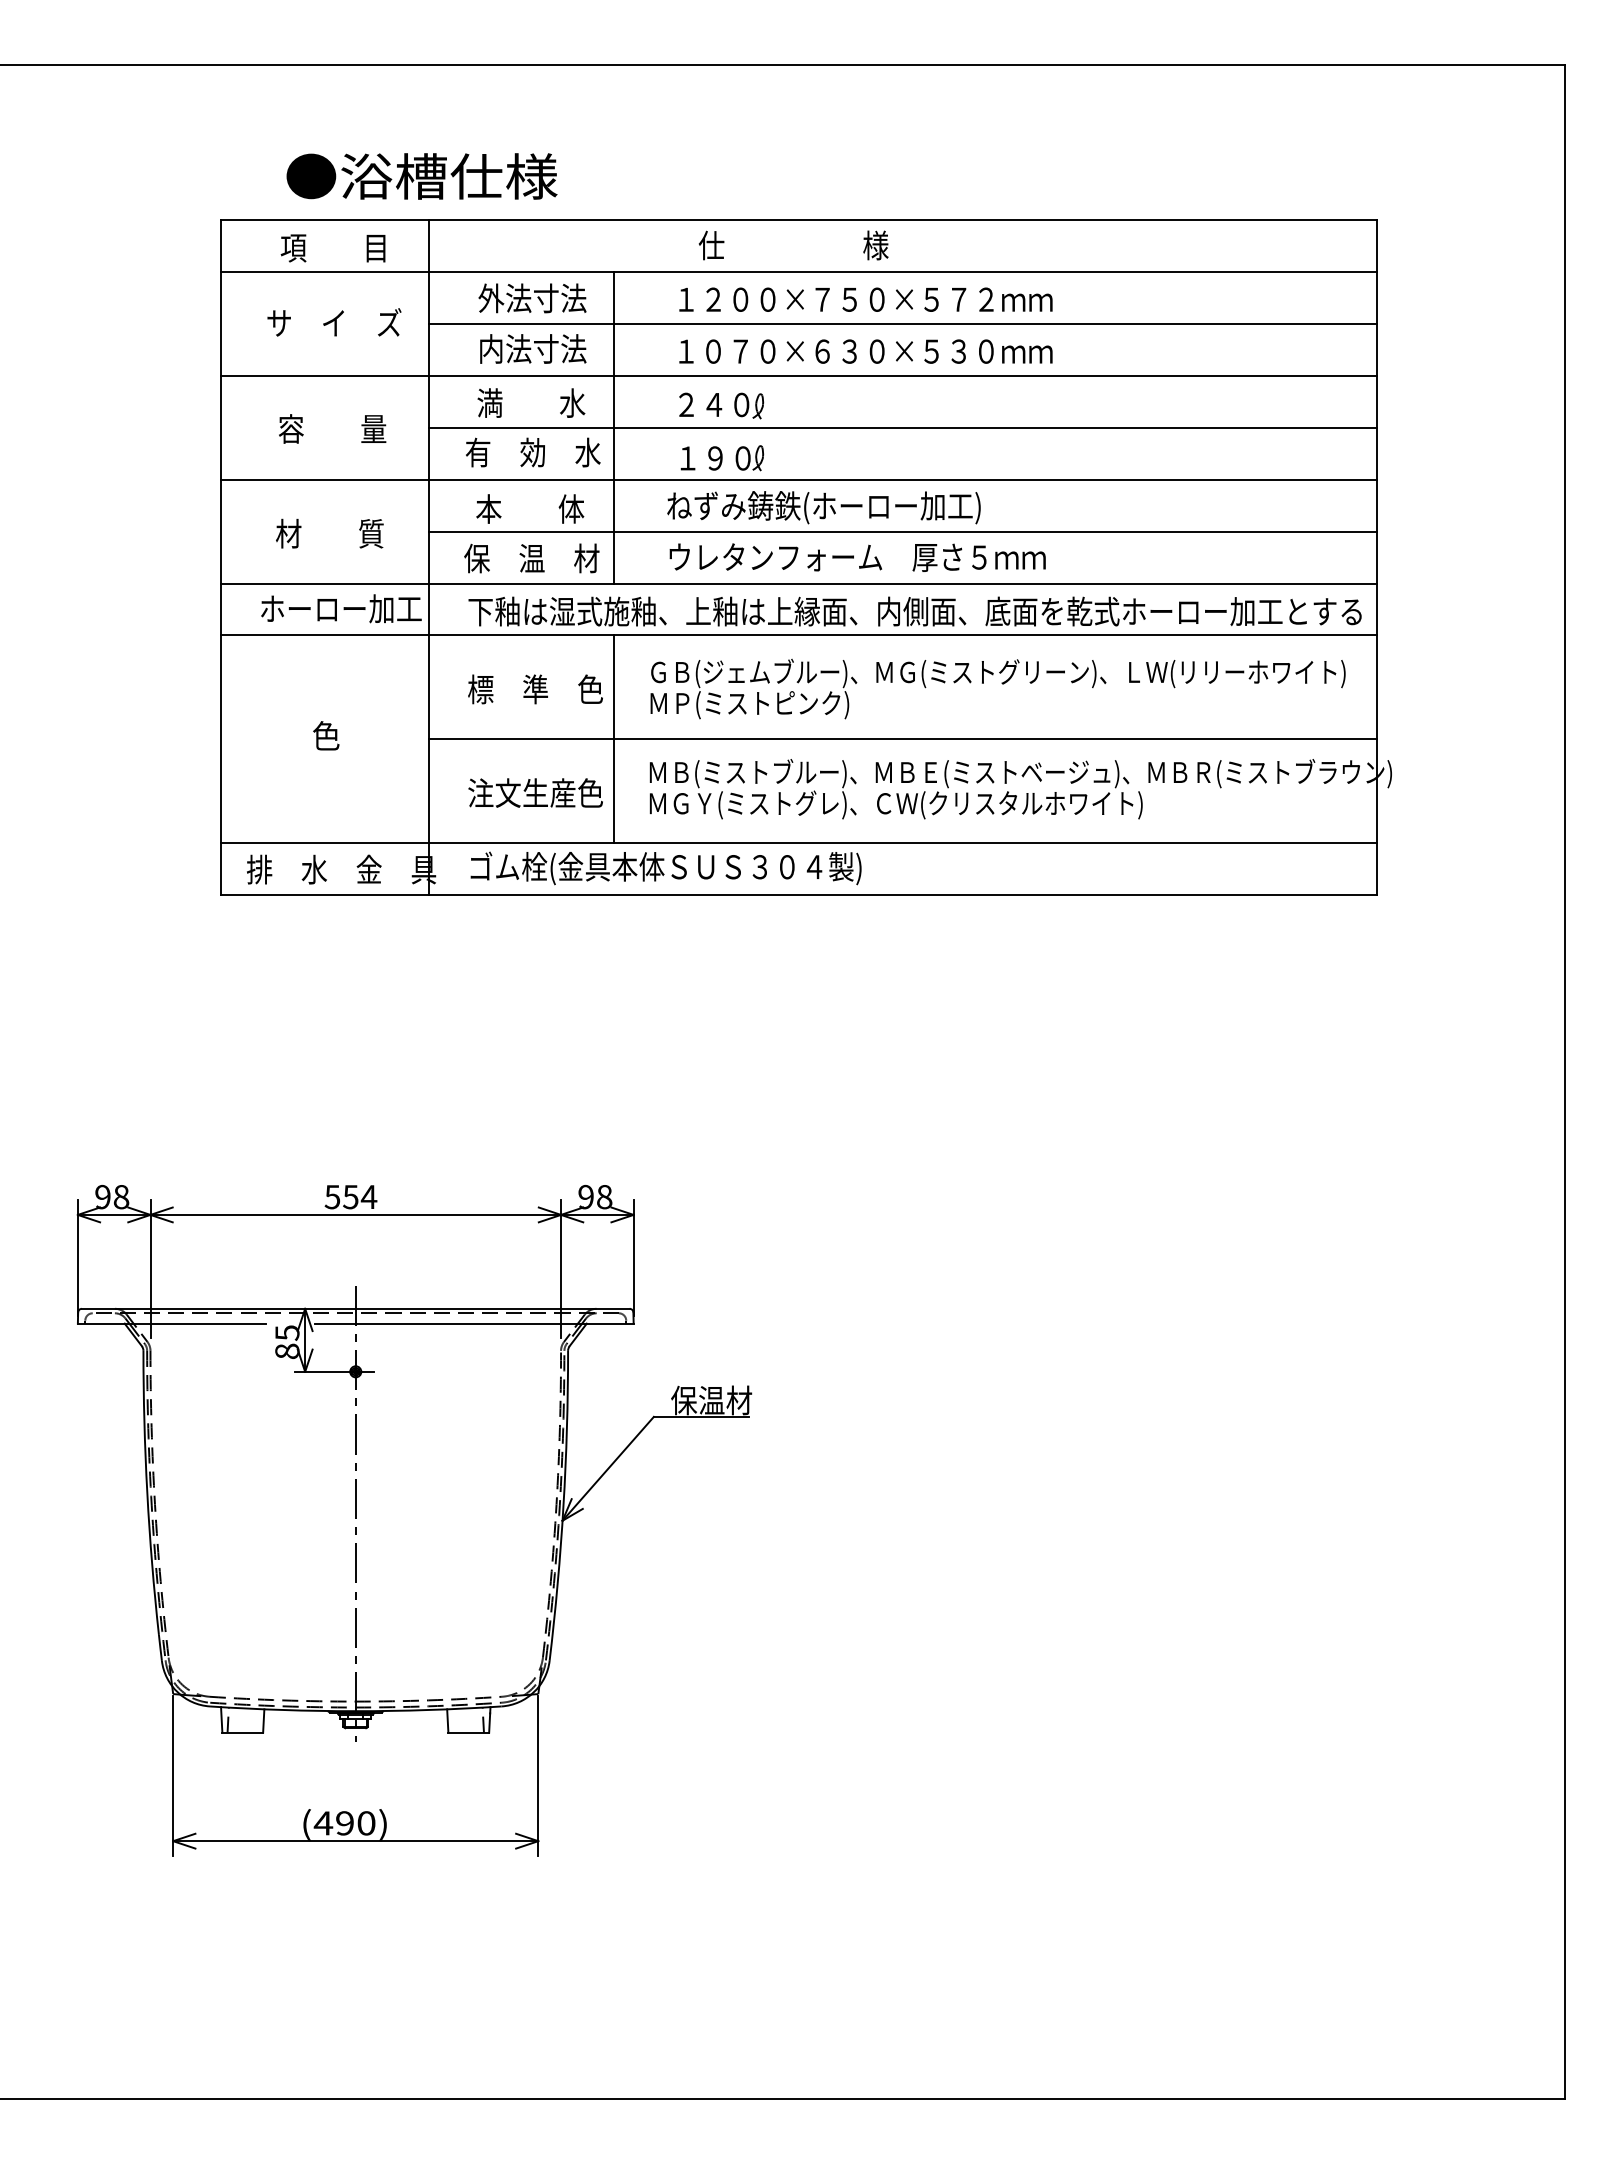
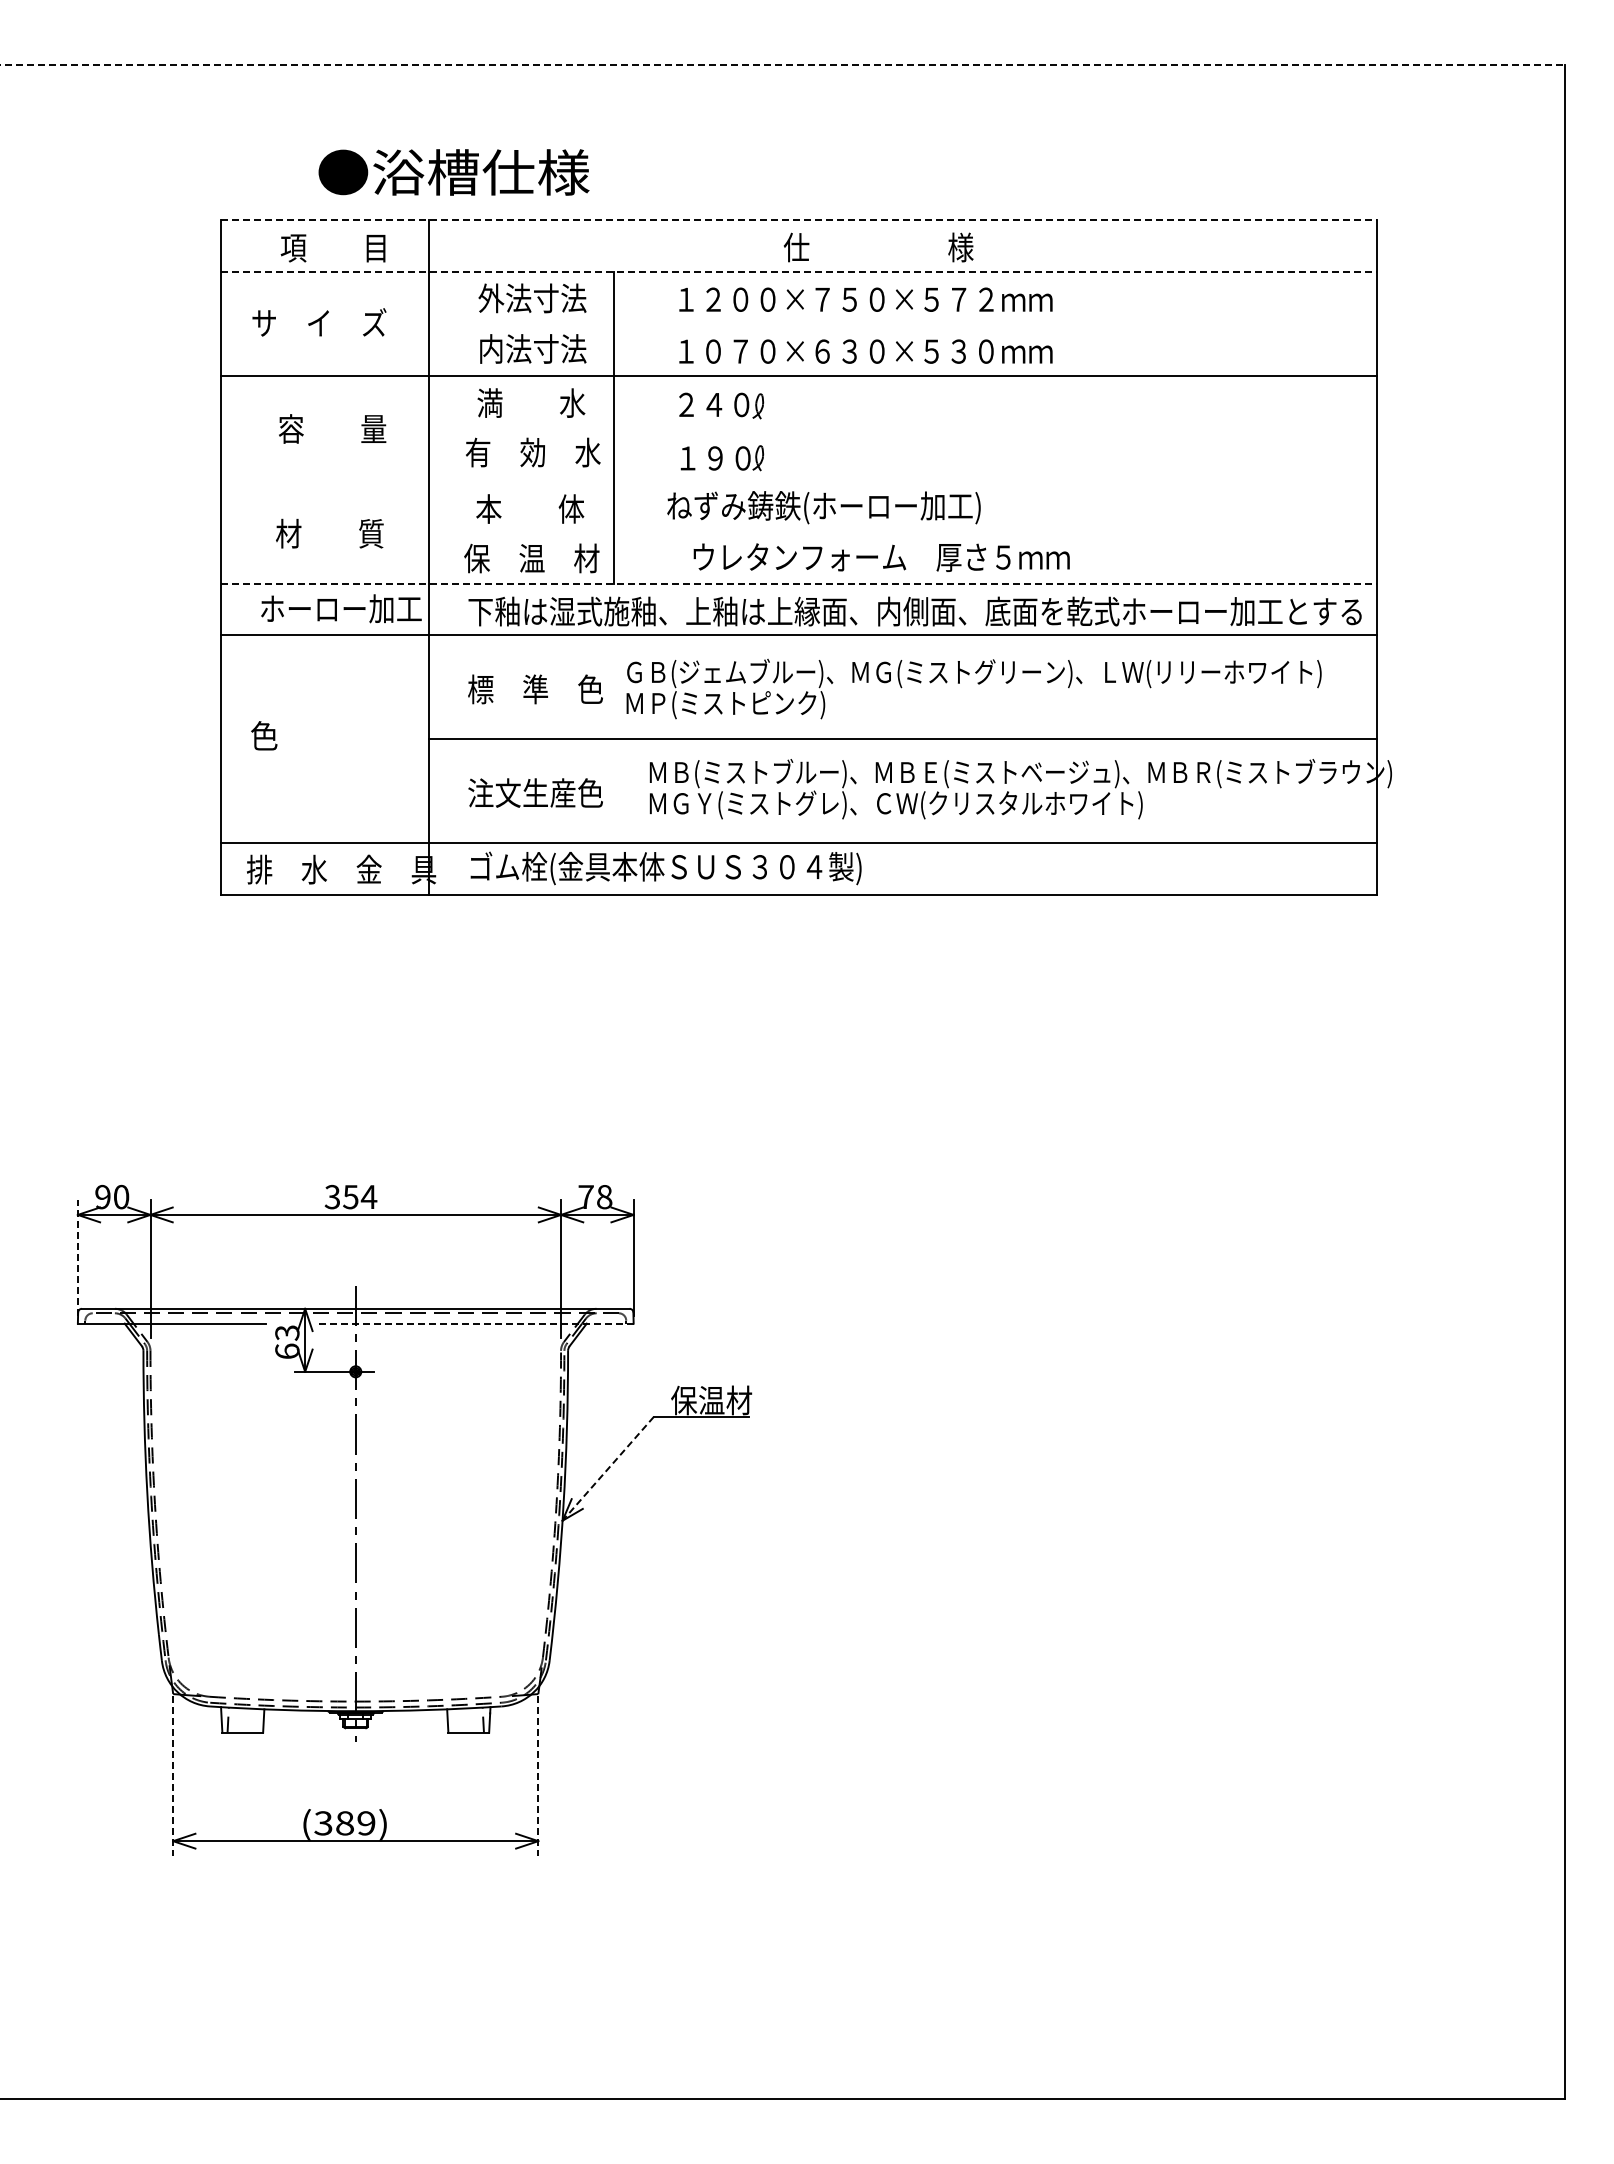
line at (783, 64): solid -> dashed
text at (421, 176) position: (421, 176) -> (453, 172)
line at (799, 220): solid -> dashed
text at (793, 245) position: (793, 245) -> (878, 247)
line at (799, 272): solid -> dashed
text at (334, 322) position: (334, 322) -> (319, 322)
line at (902, 324): present -> none
line at (902, 427): present -> none
line at (799, 479): present -> none
line at (902, 531): present -> none
text at (857, 557) position: (857, 557) -> (881, 557)
line at (799, 583): solid -> dashed
text at (997, 688) position: (997, 688) -> (973, 688)
text at (326, 735) position: (326, 735) -> (264, 735)
line at (614, 738): present -> none
text at (332, 1196): 554 -> 354
text at (585, 1196): 98 -> 78
text at (121, 1197): 98 -> 90
line at (77, 1257): solid -> dashed
line at (473, 1323): solid -> dashed
text at (287, 1342): 85 -> 63
line at (607, 1469): solid -> dashed
line at (173, 1776): solid -> dashed
line at (538, 1776): solid -> dashed
text at (344, 1823): (490) -> (389)
